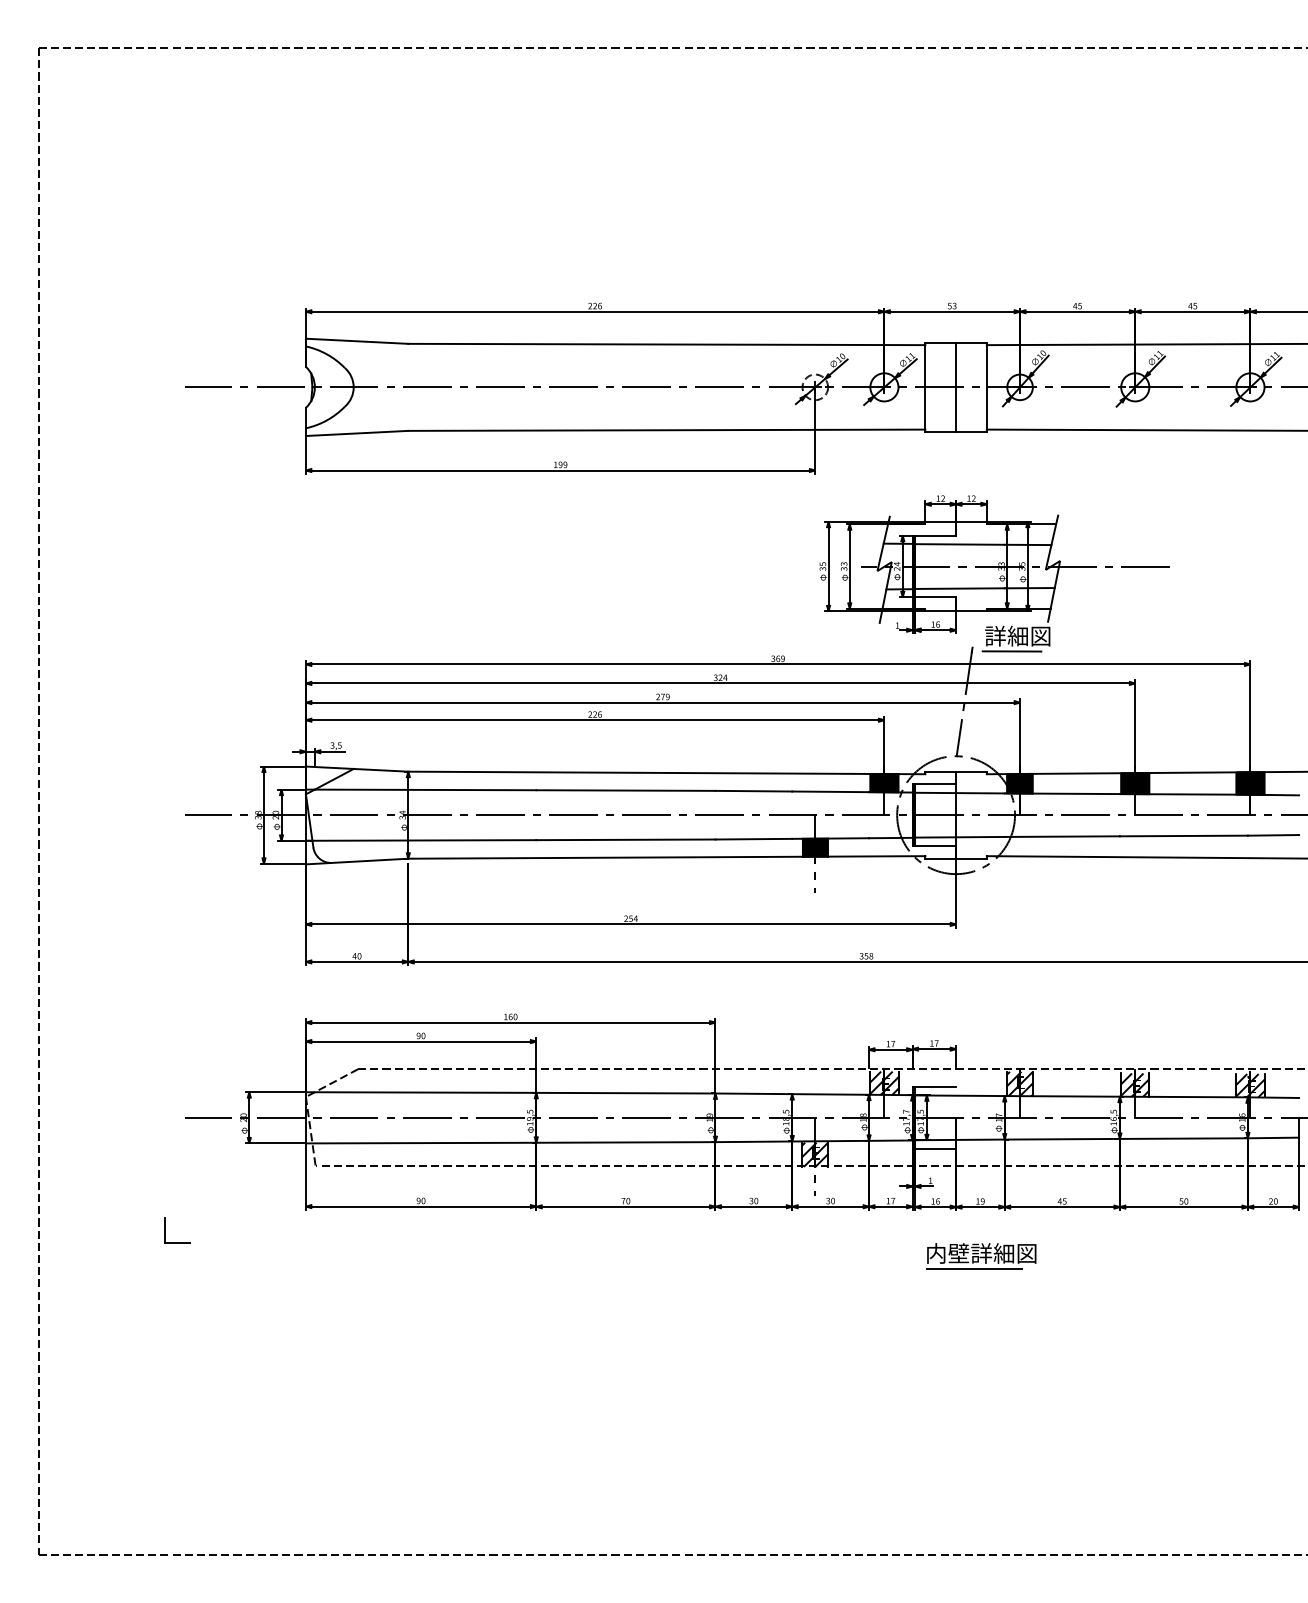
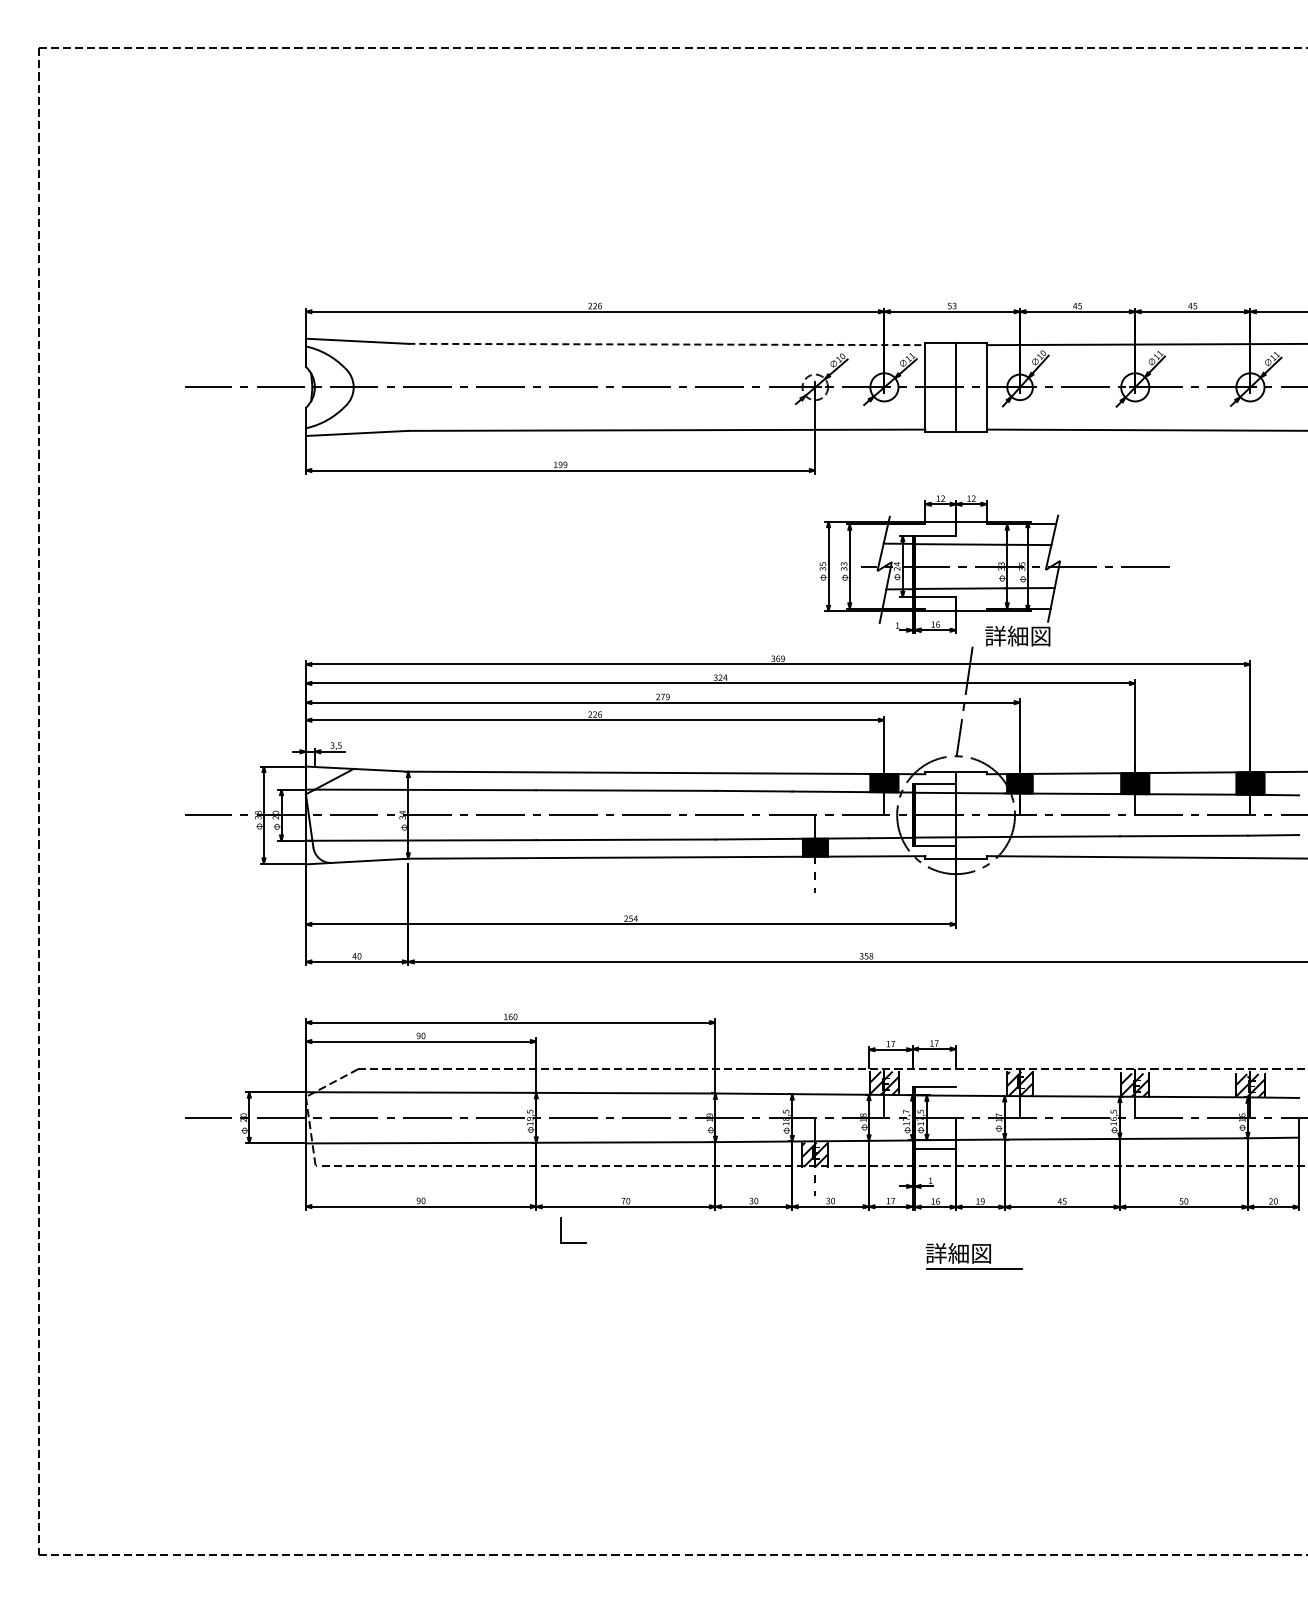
line at (666, 344): solid -> dashed
line at (1011, 651): present -> none
part at (165, 1230) position: (165, 1230) -> (561, 1230)
text at (980, 1253): 内壁詳細図 -> 詳細図
